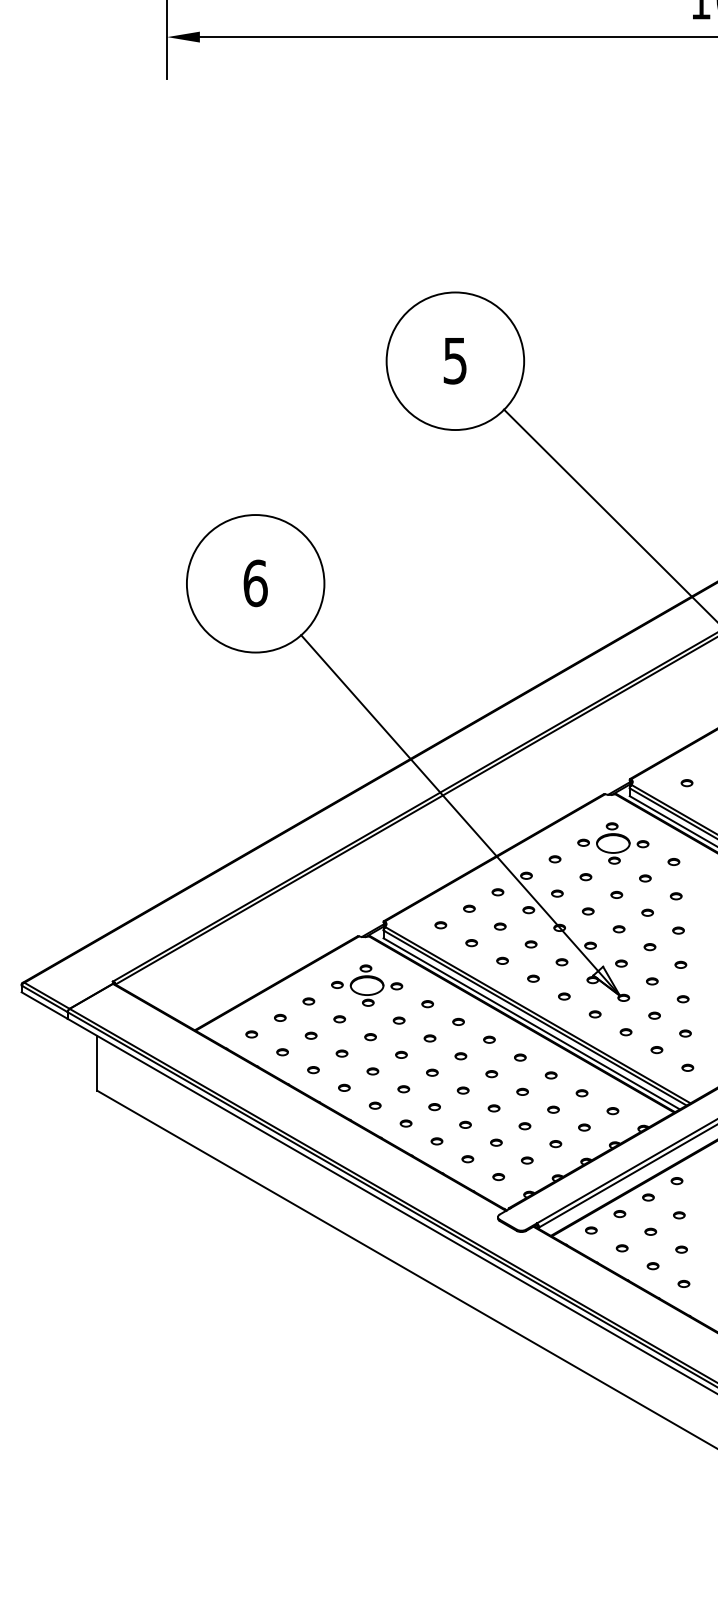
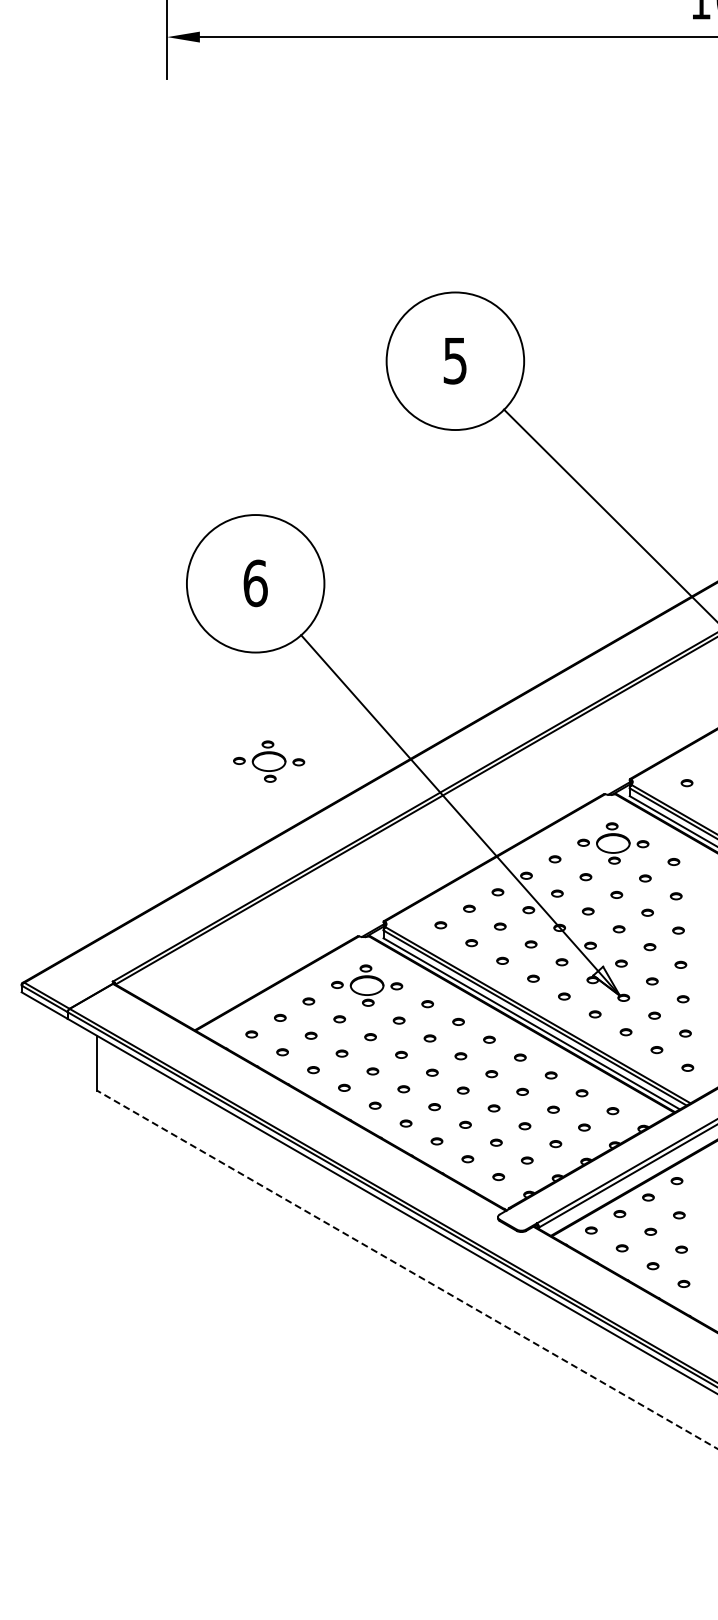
part at (269, 761): none -> present
line at (407, 1269): solid -> dashed
